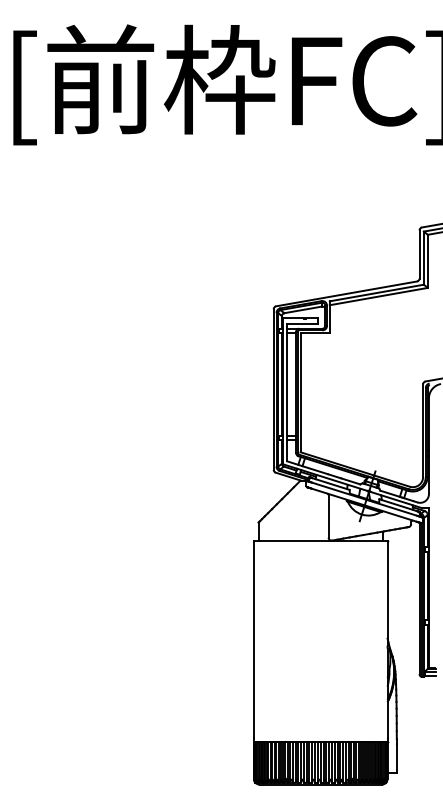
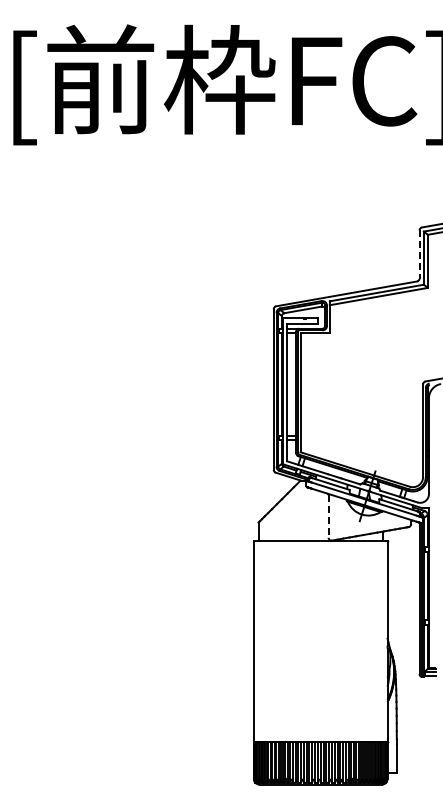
line at (419, 254): solid -> dashed
line at (328, 516): solid -> dashed
